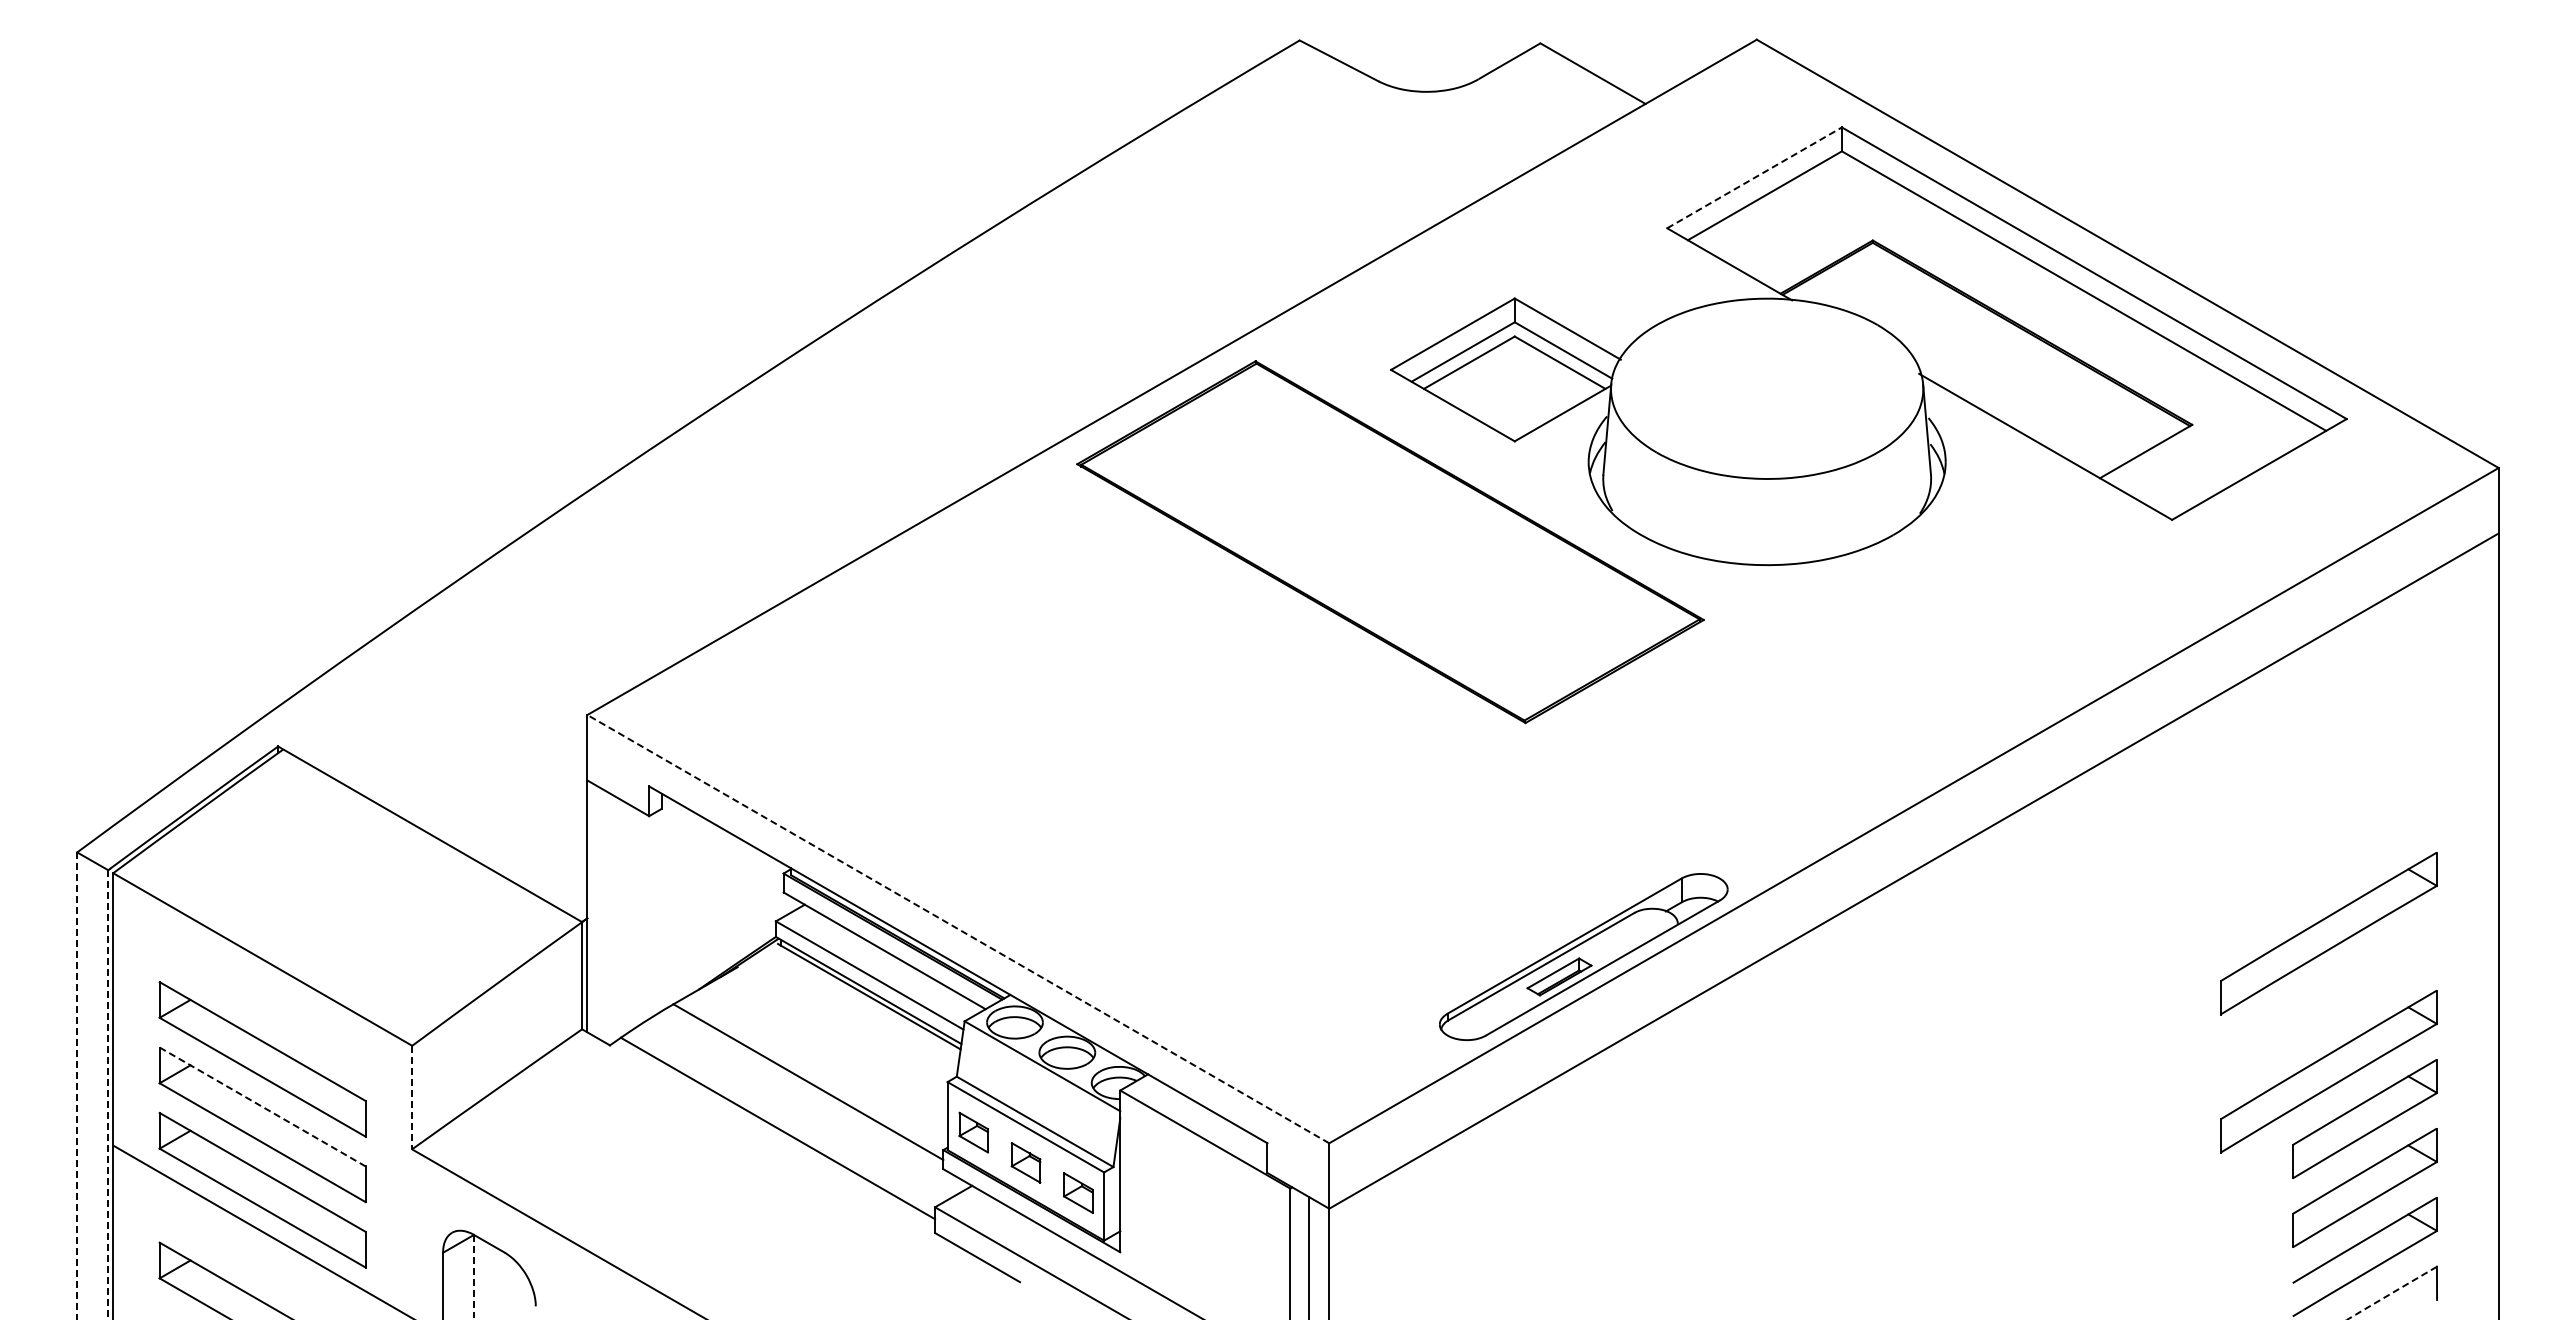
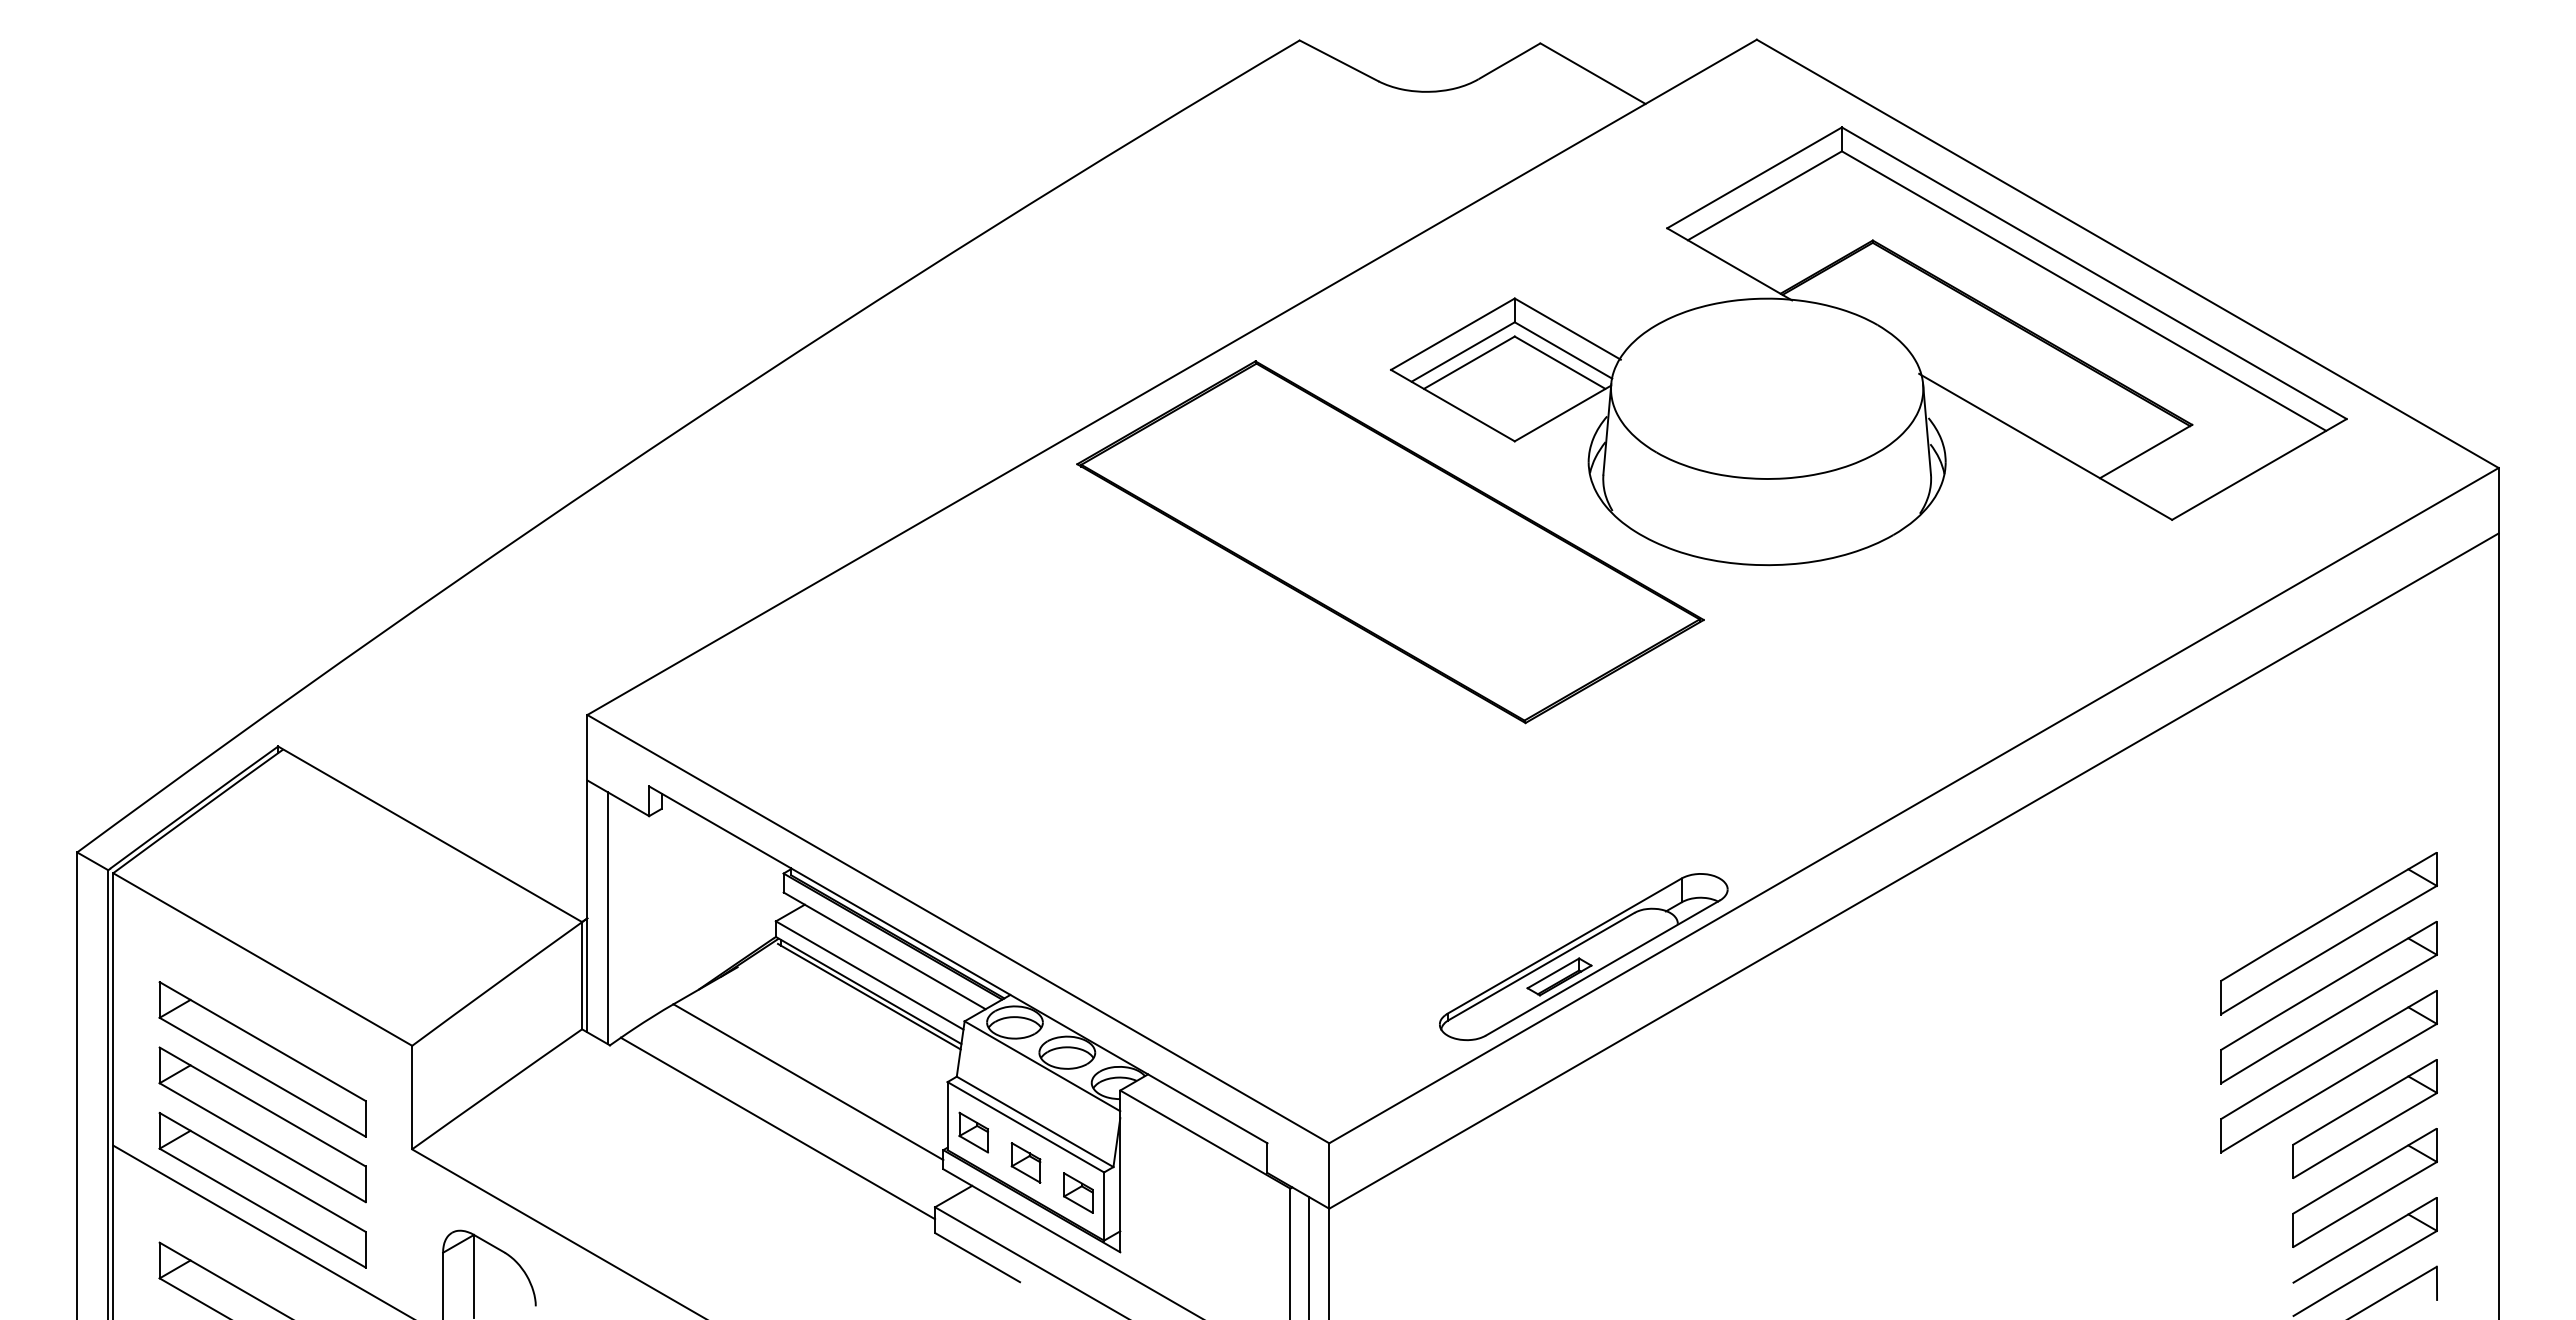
line at (1754, 177): dashed -> solid
line at (607, 918): none -> present
line at (957, 928): dashed -> solid
part at (2328, 1002): none -> present
line at (77, 1086): dashed -> solid
line at (108, 1095): dashed -> solid
line at (412, 1097): dashed -> solid
line at (262, 1107): dashed -> solid
line at (474, 1276): dashed -> solid
arc at (2392, 1293): dashed -> solid
